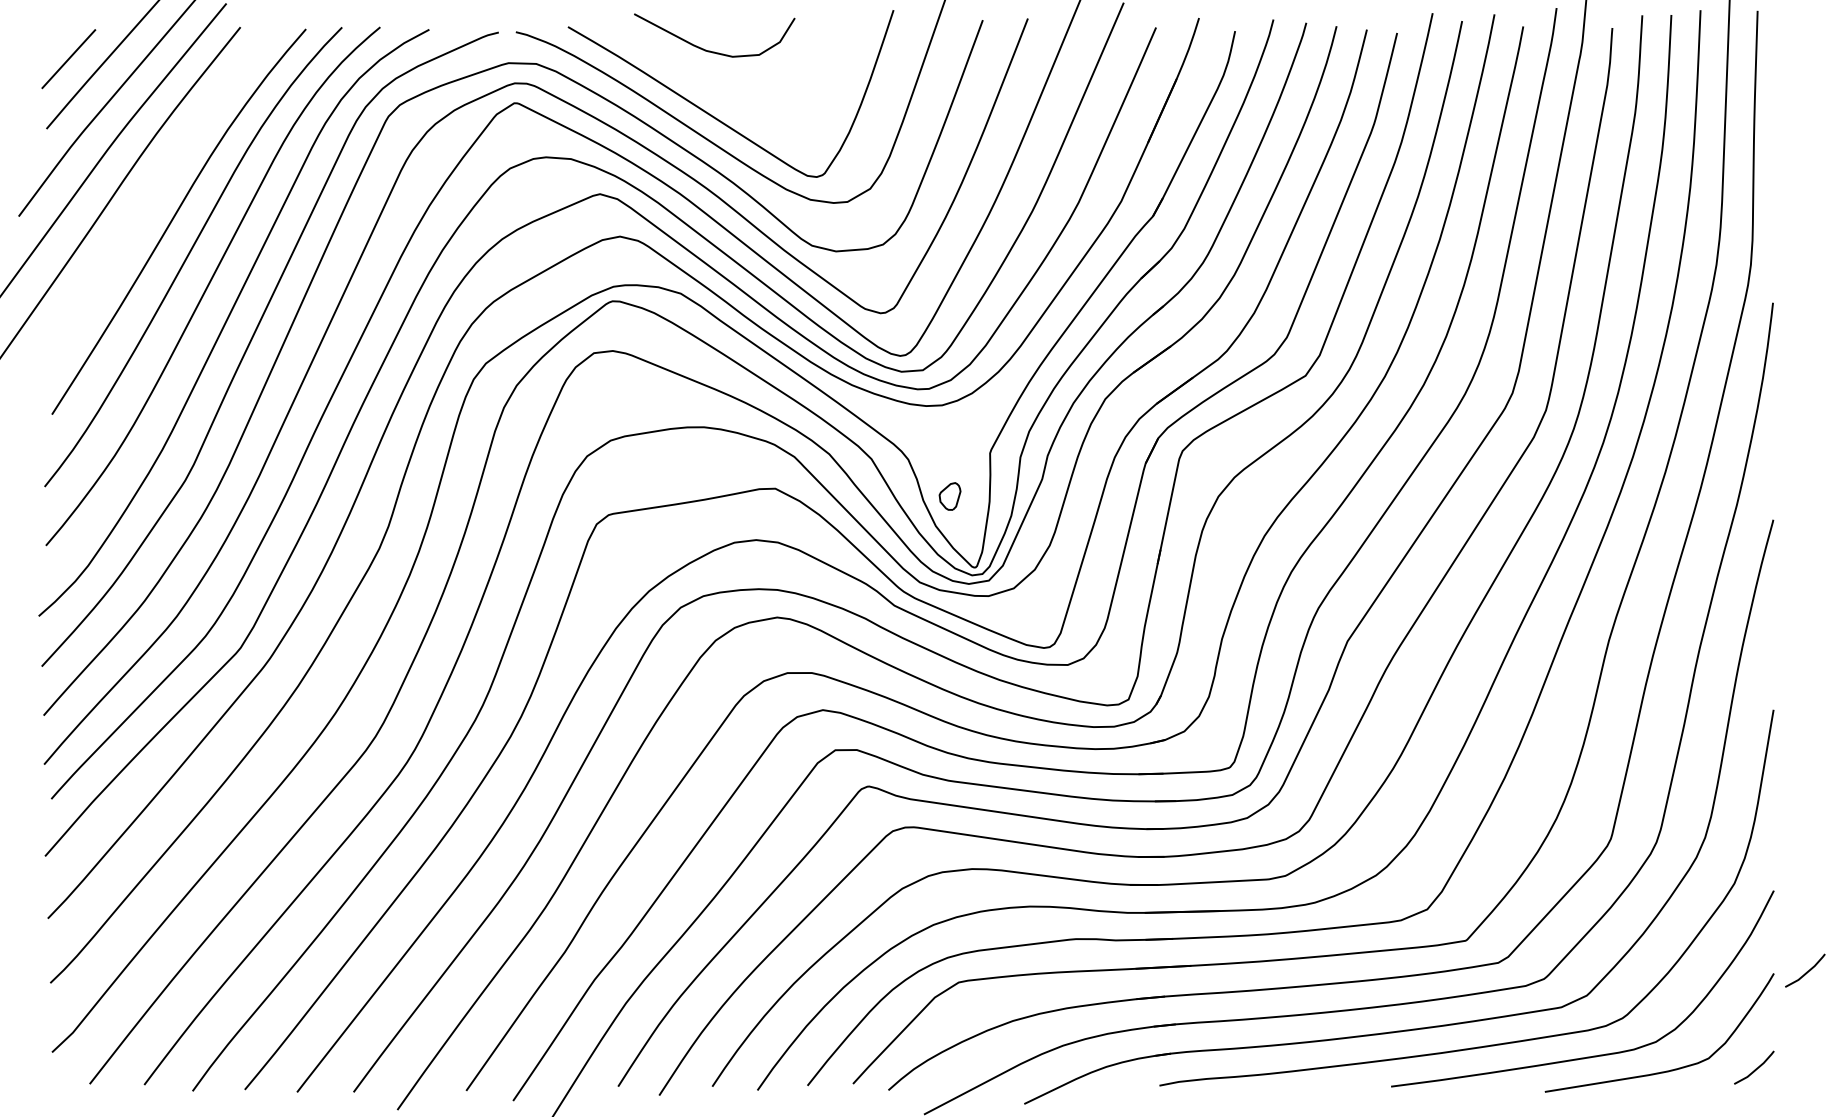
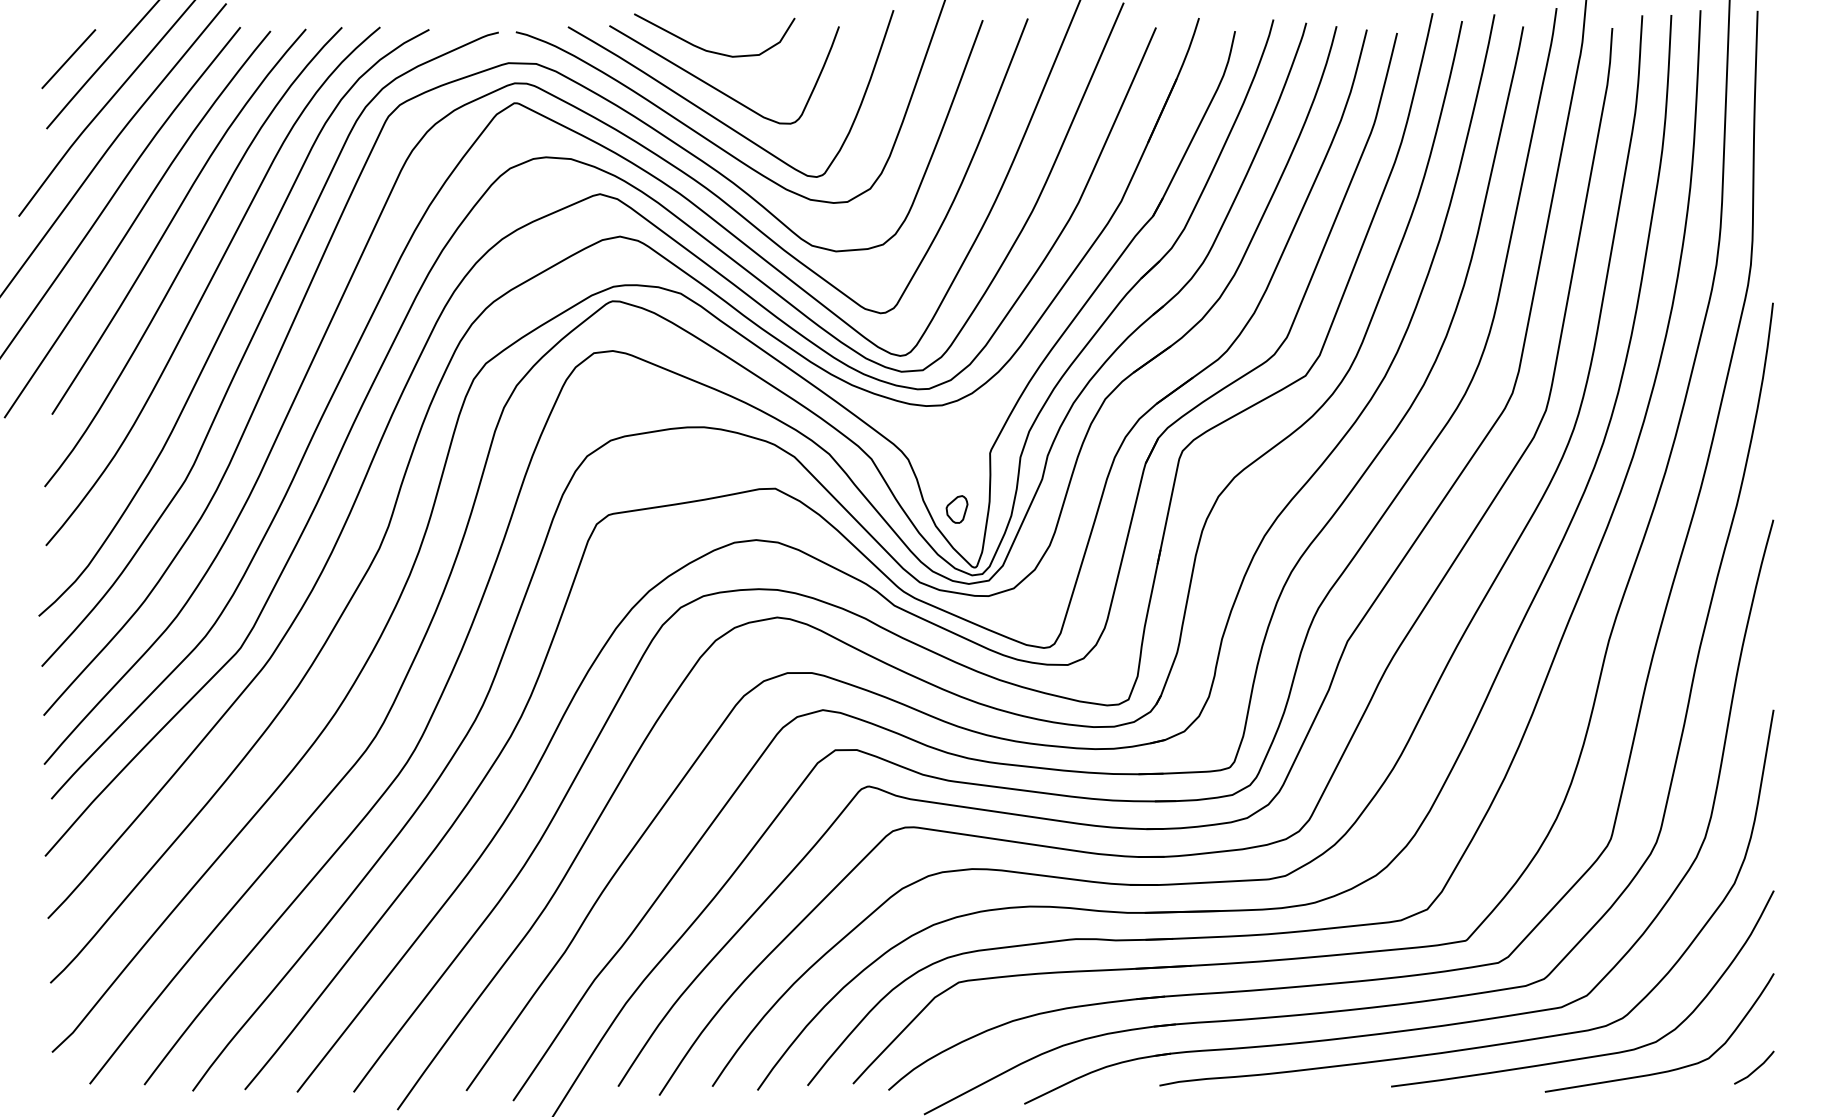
curve at (717, 88): none -> present
curve at (134, 223): none -> present
part at (949, 496) position: (949, 496) -> (956, 509)
line at (1806, 971): present -> none
